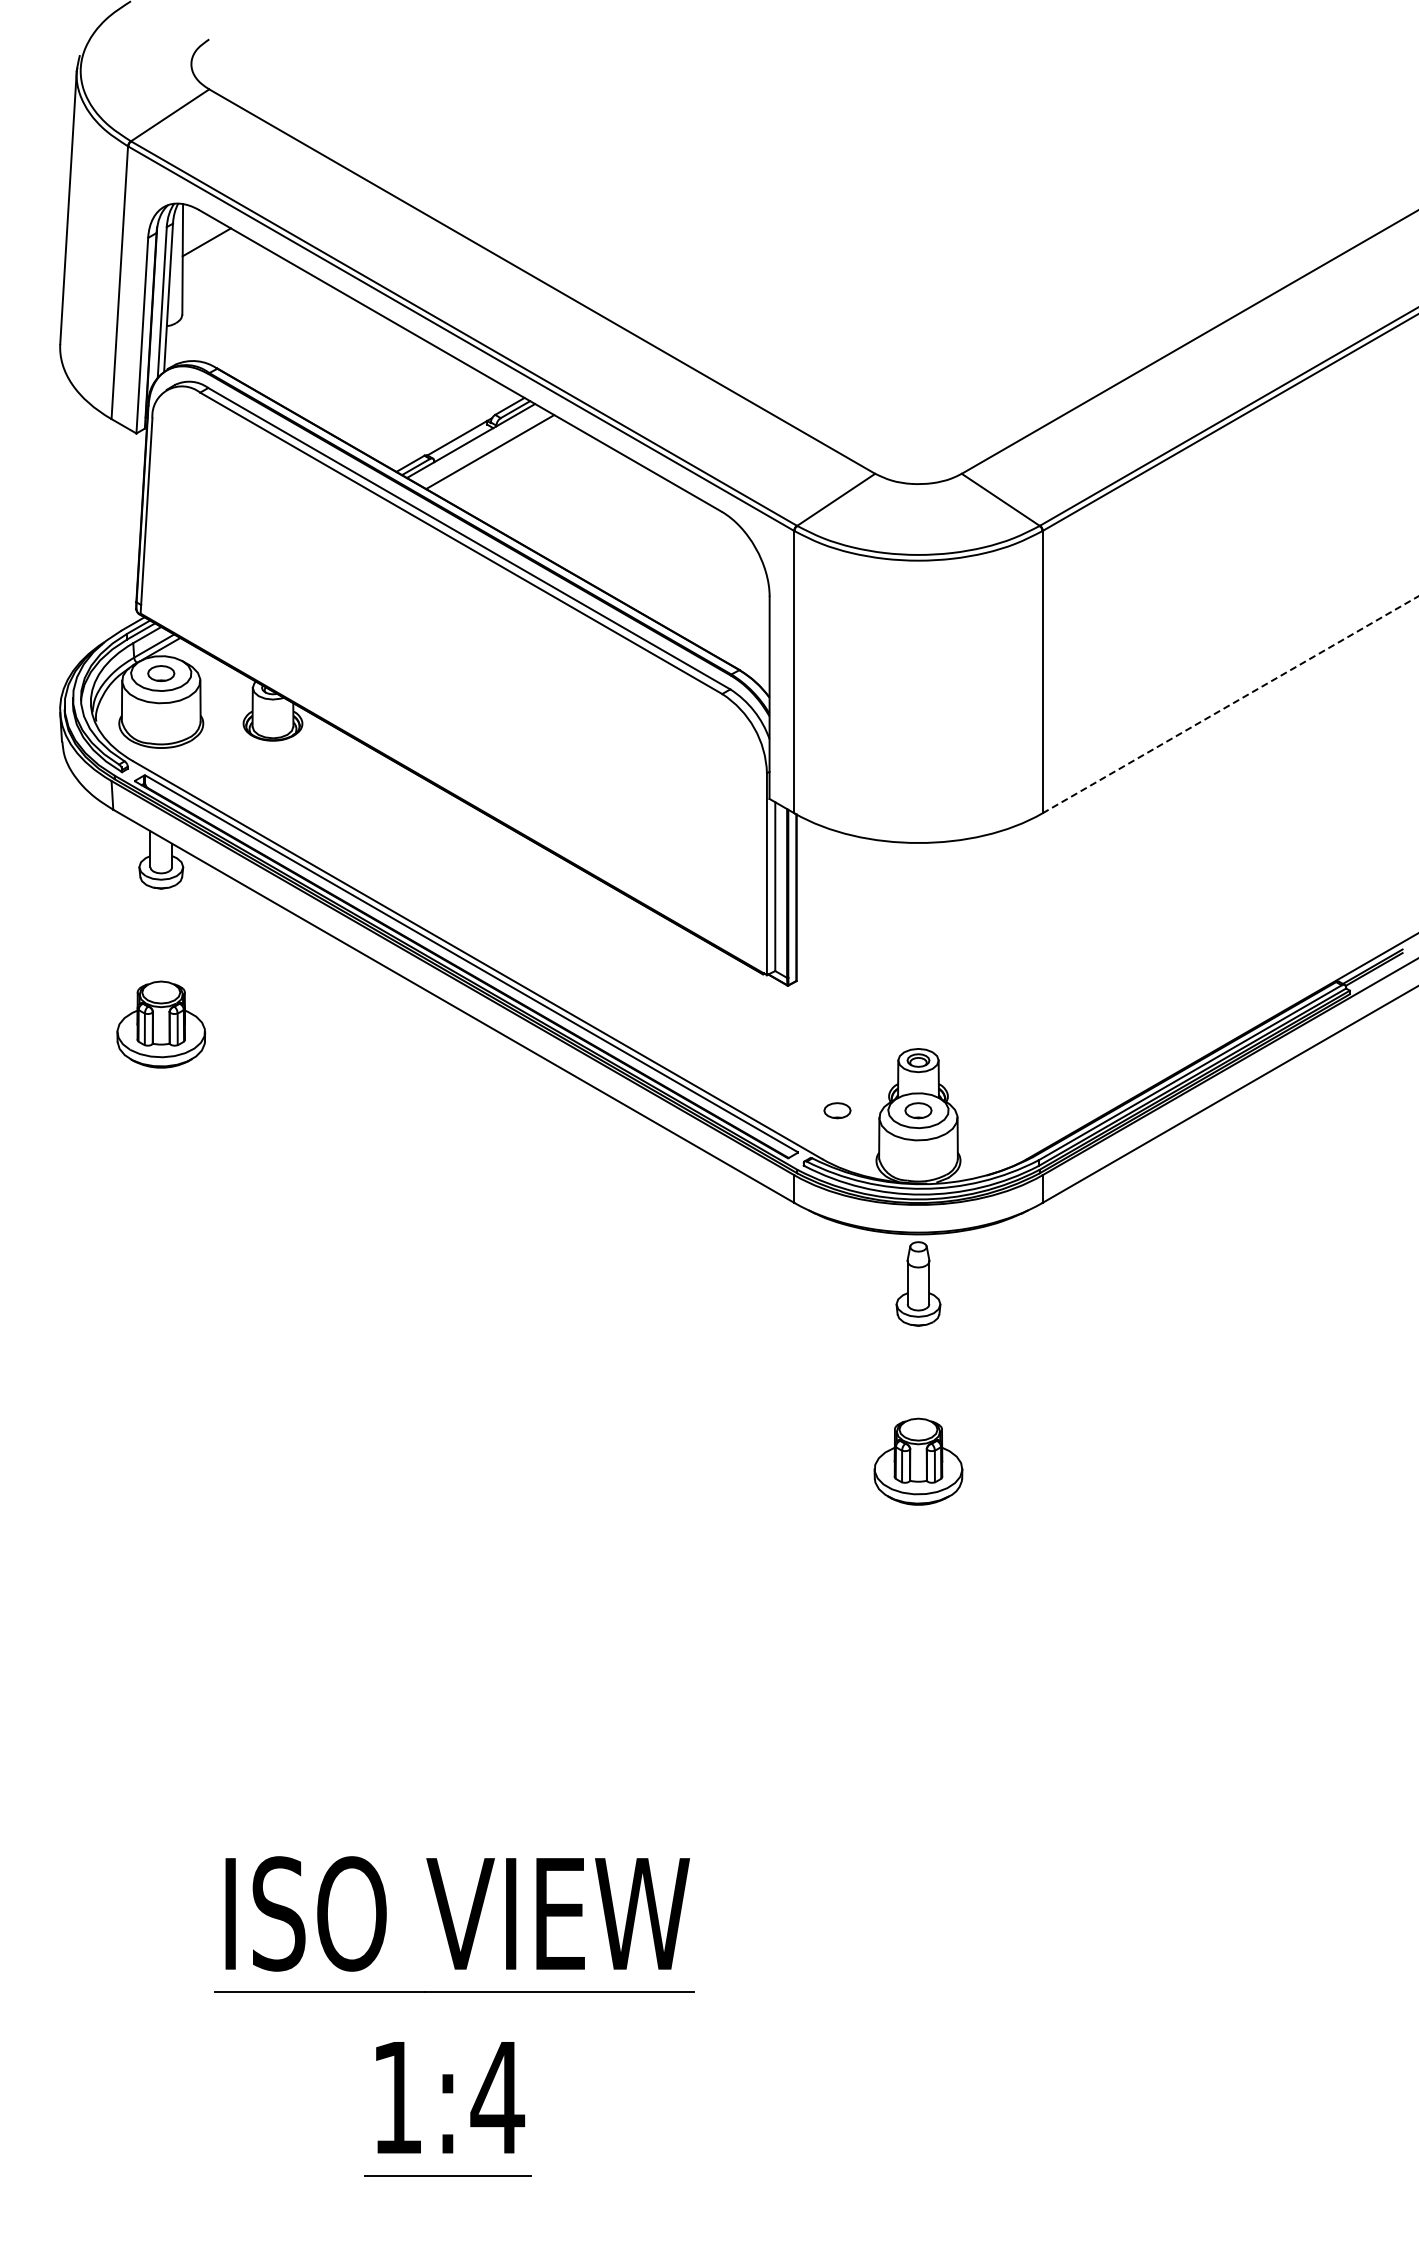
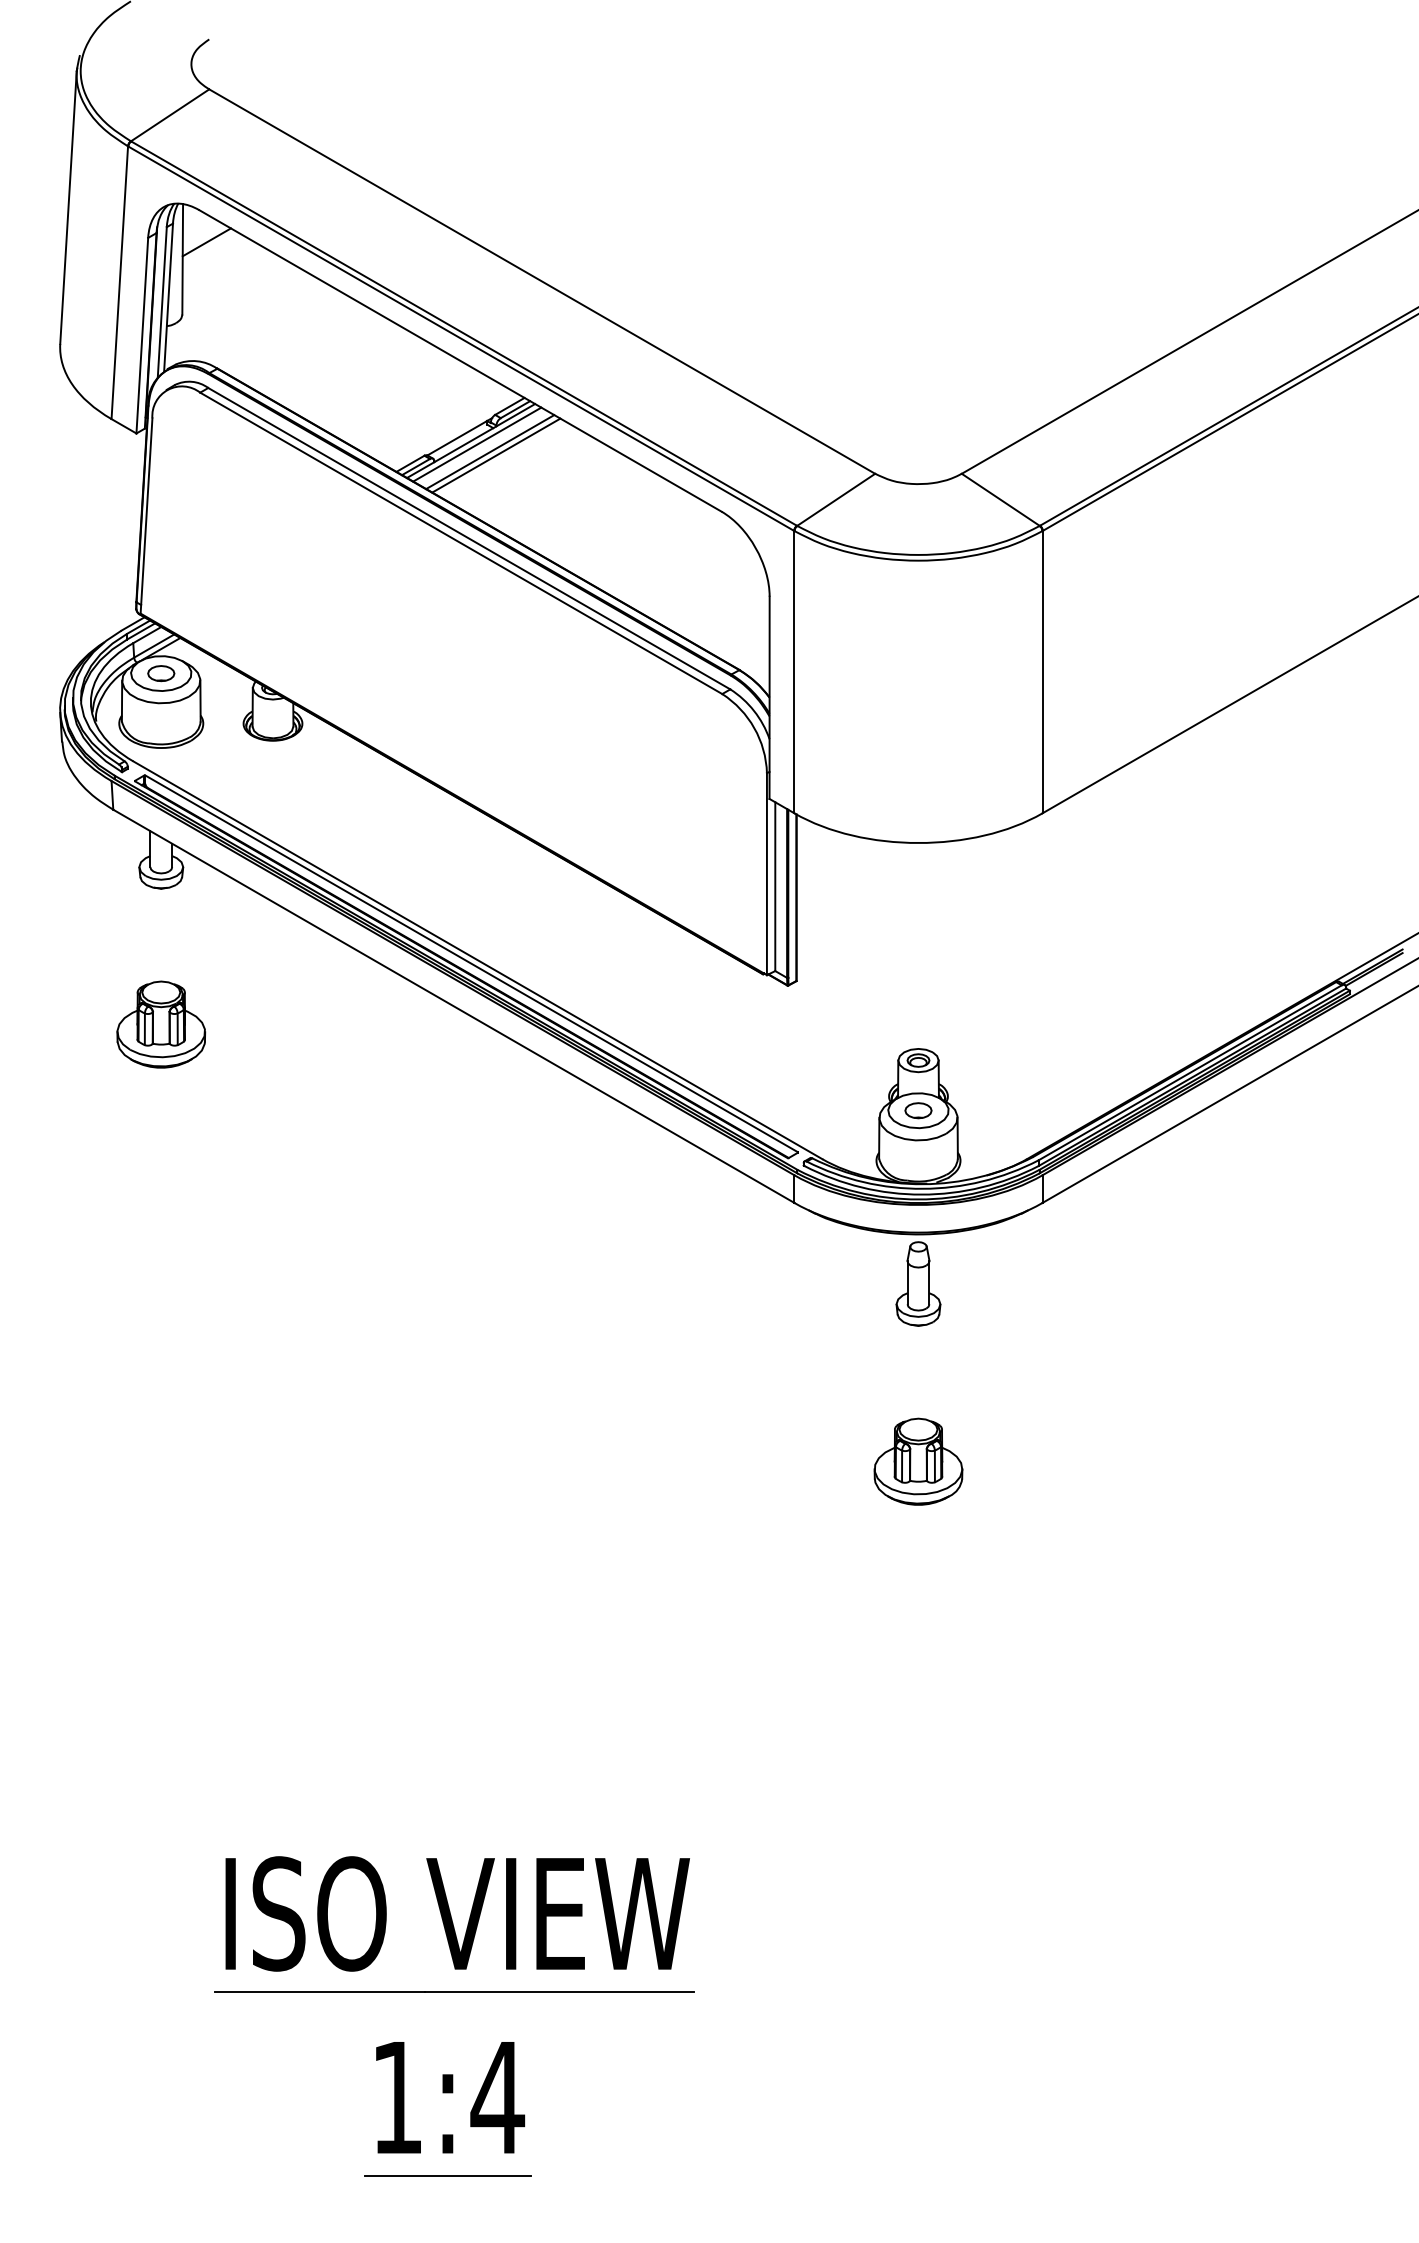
line at (477, 444): none -> present
line at (496, 455): none -> present
line at (1230, 704): dashed -> solid
part at (837, 1110): present -> none
